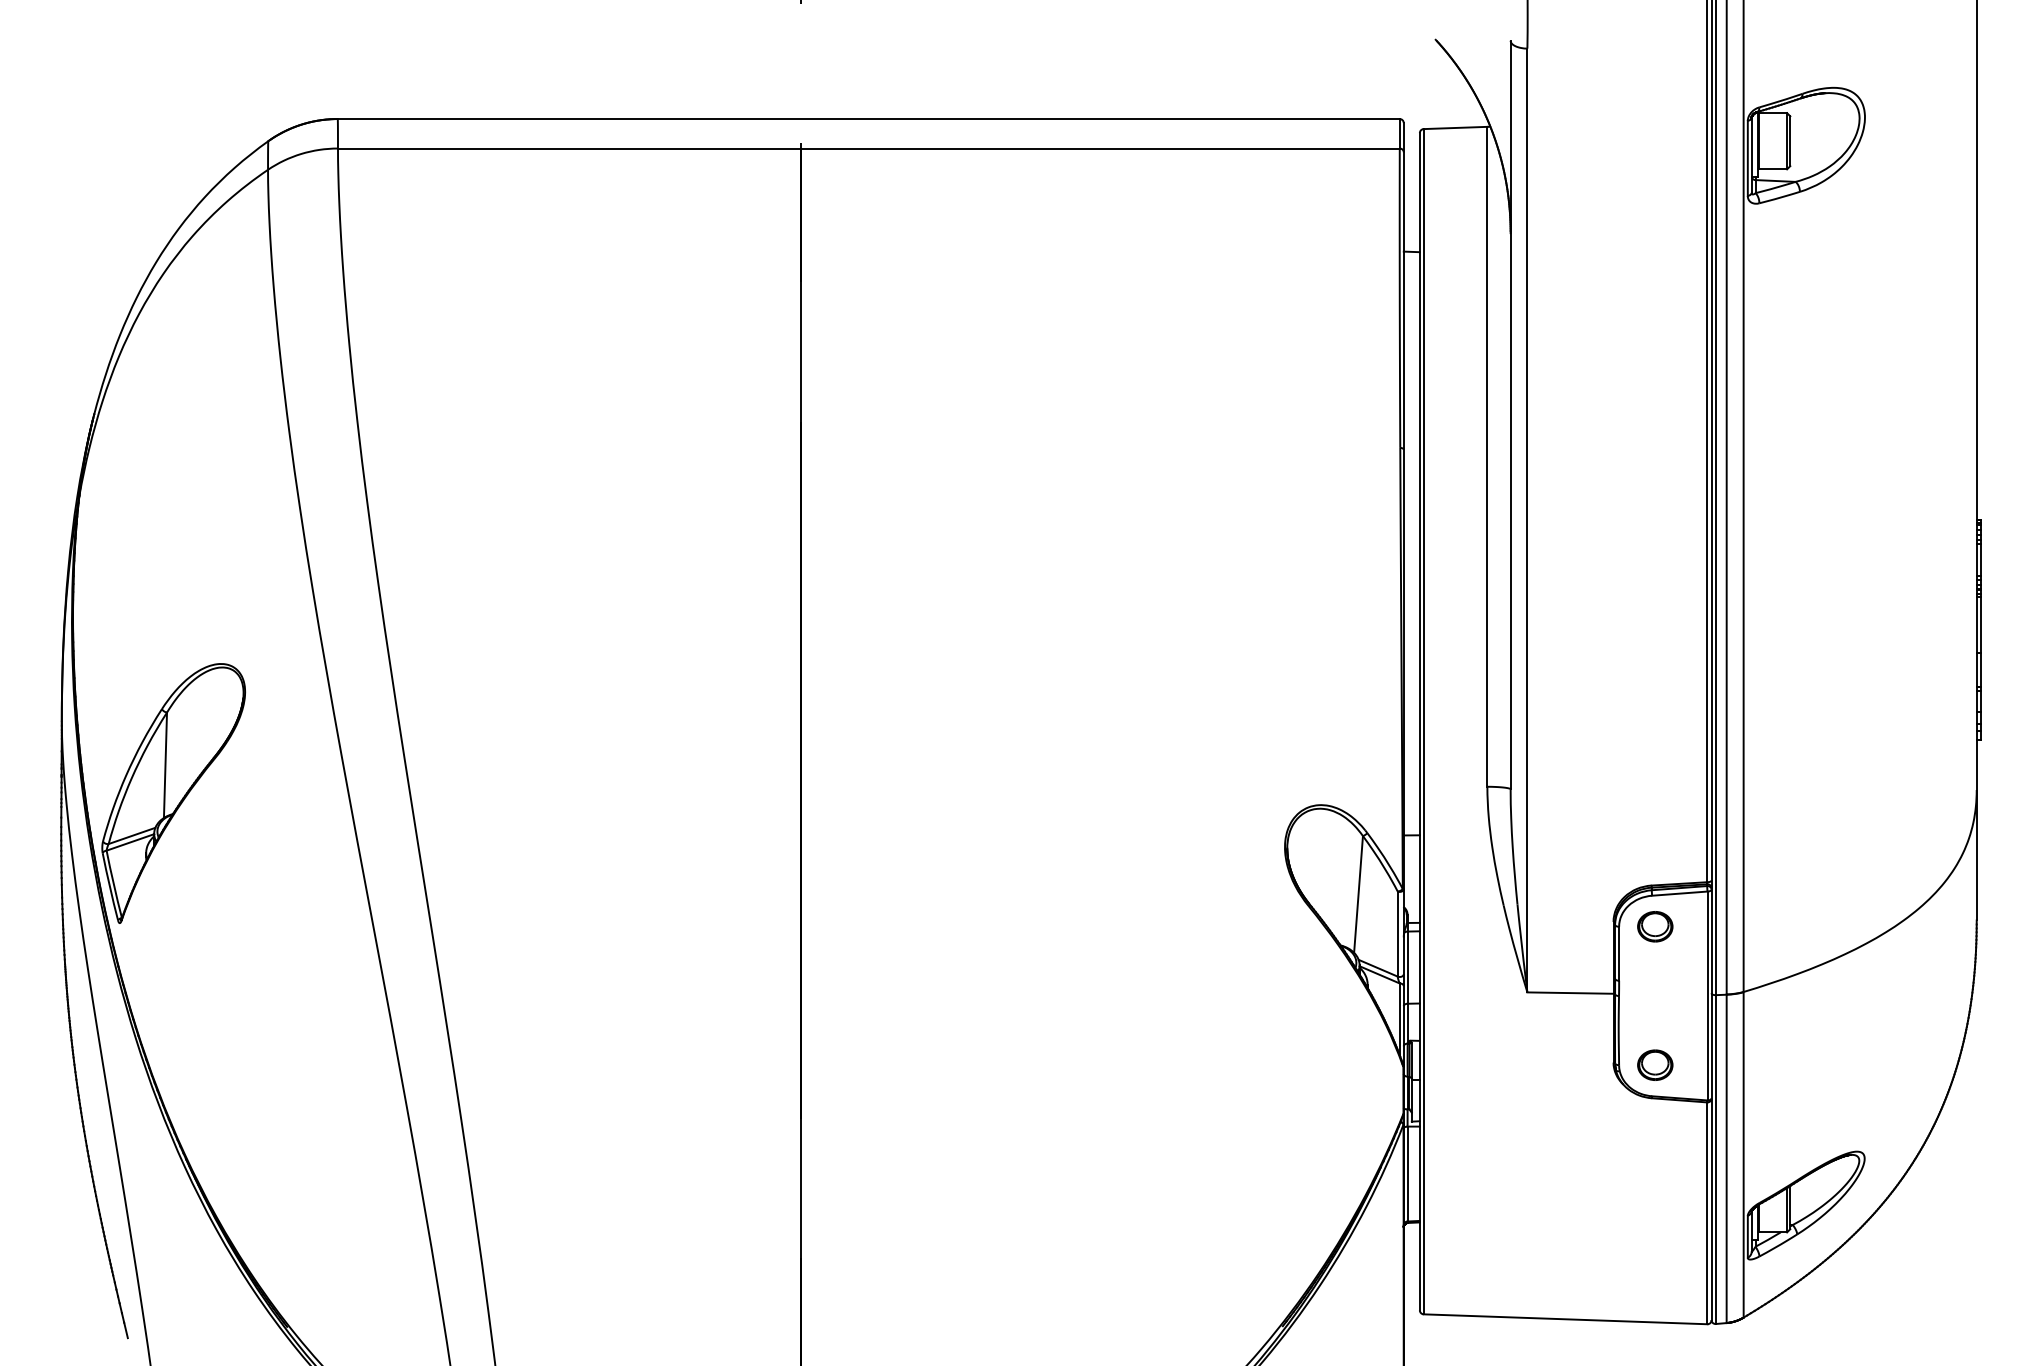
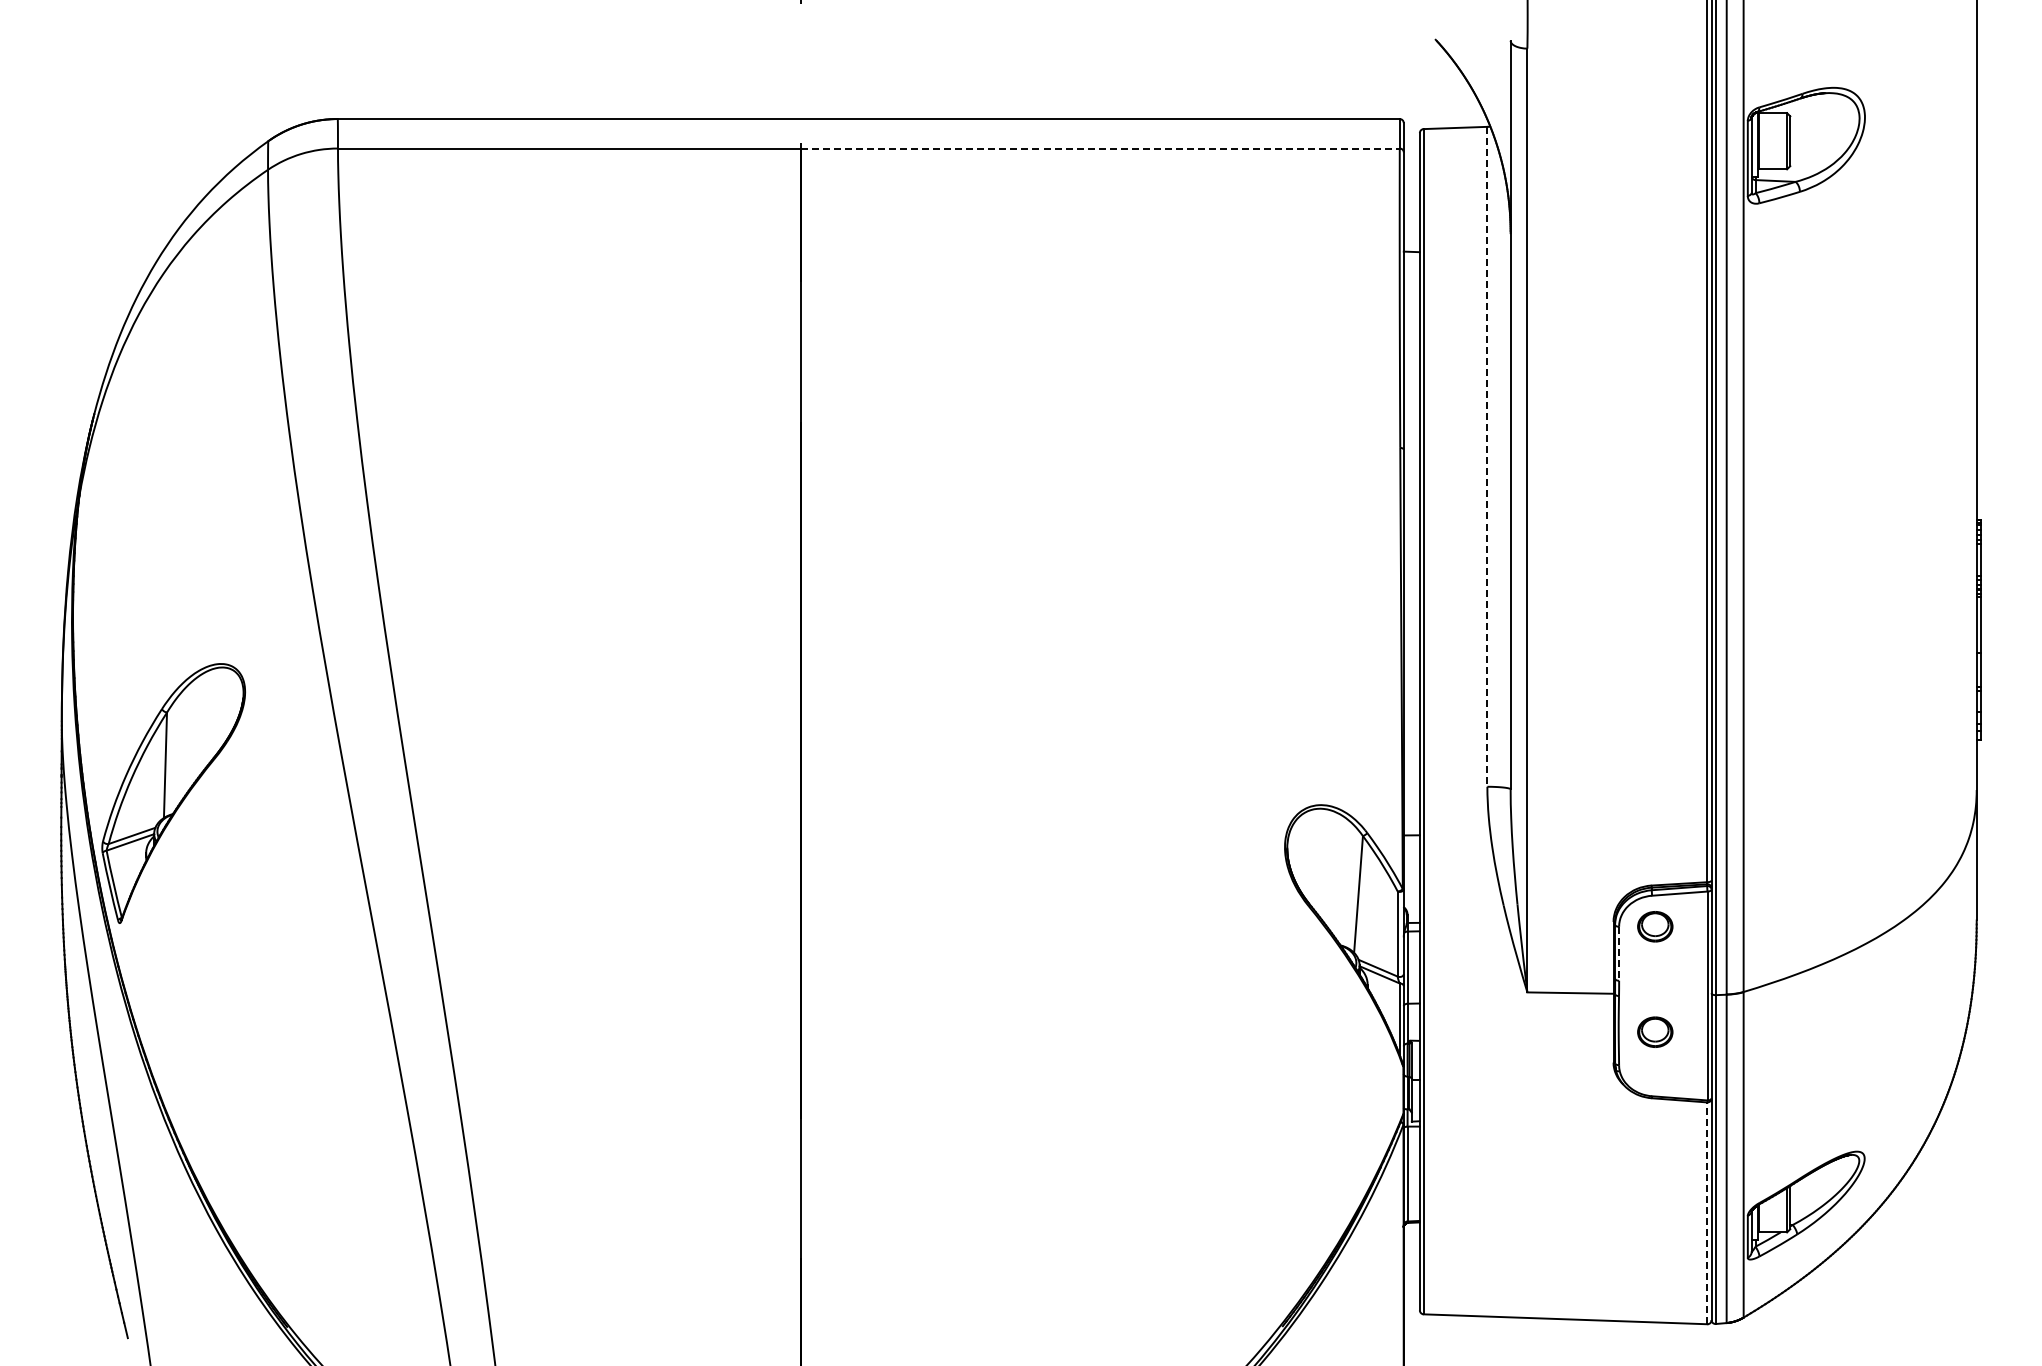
line at (1100, 148): solid -> dashed
line at (1487, 456): solid -> dashed
line at (1619, 953): solid -> dashed
part at (1655, 1064) position: (1655, 1064) -> (1655, 1031)
line at (1707, 1213): solid -> dashed
